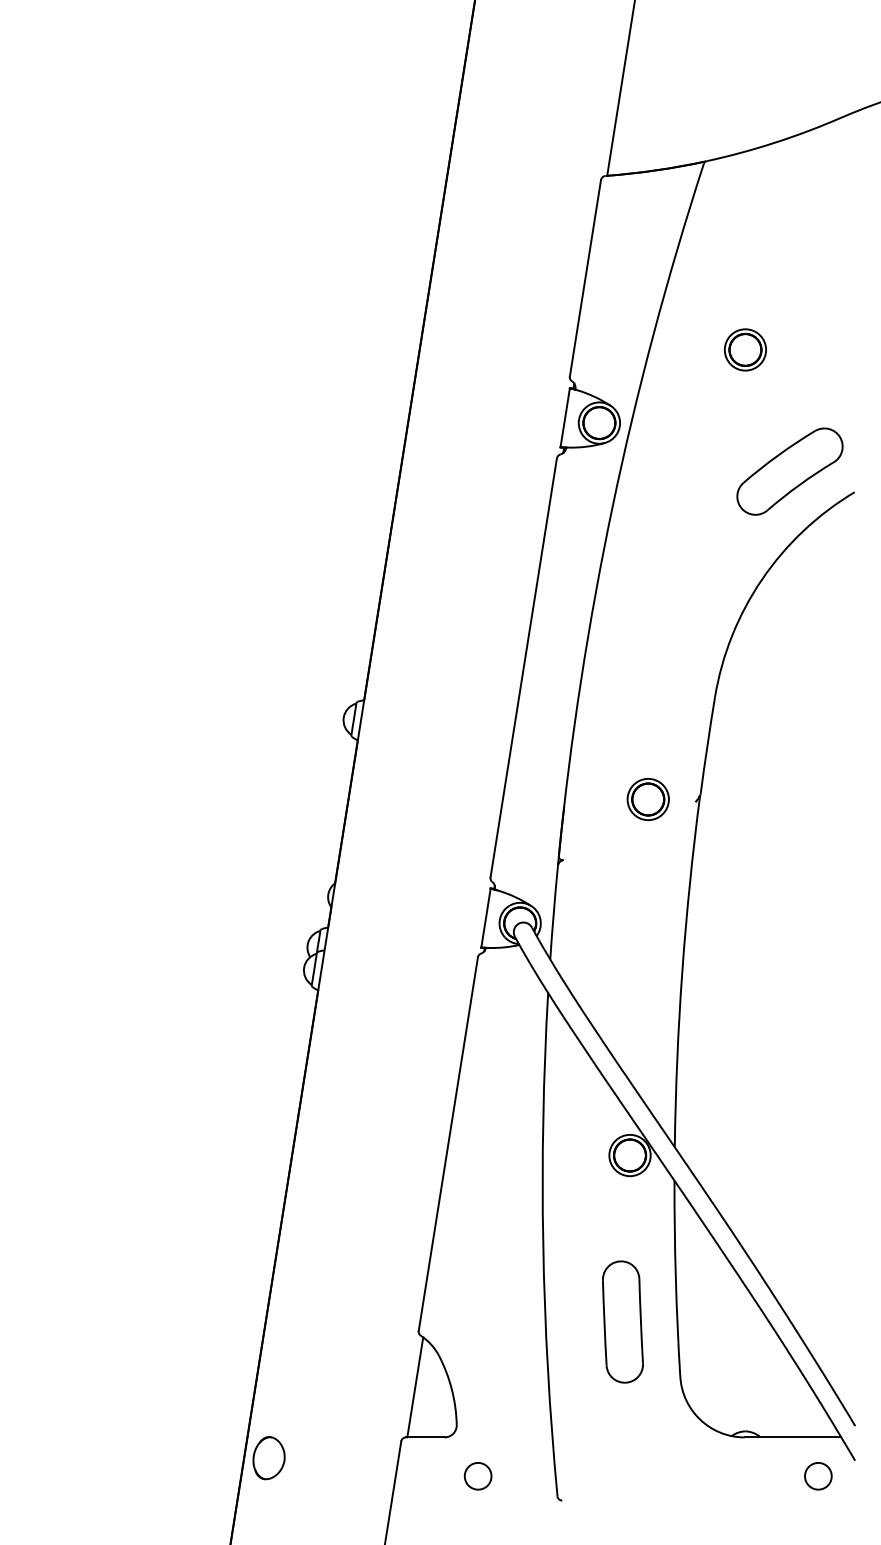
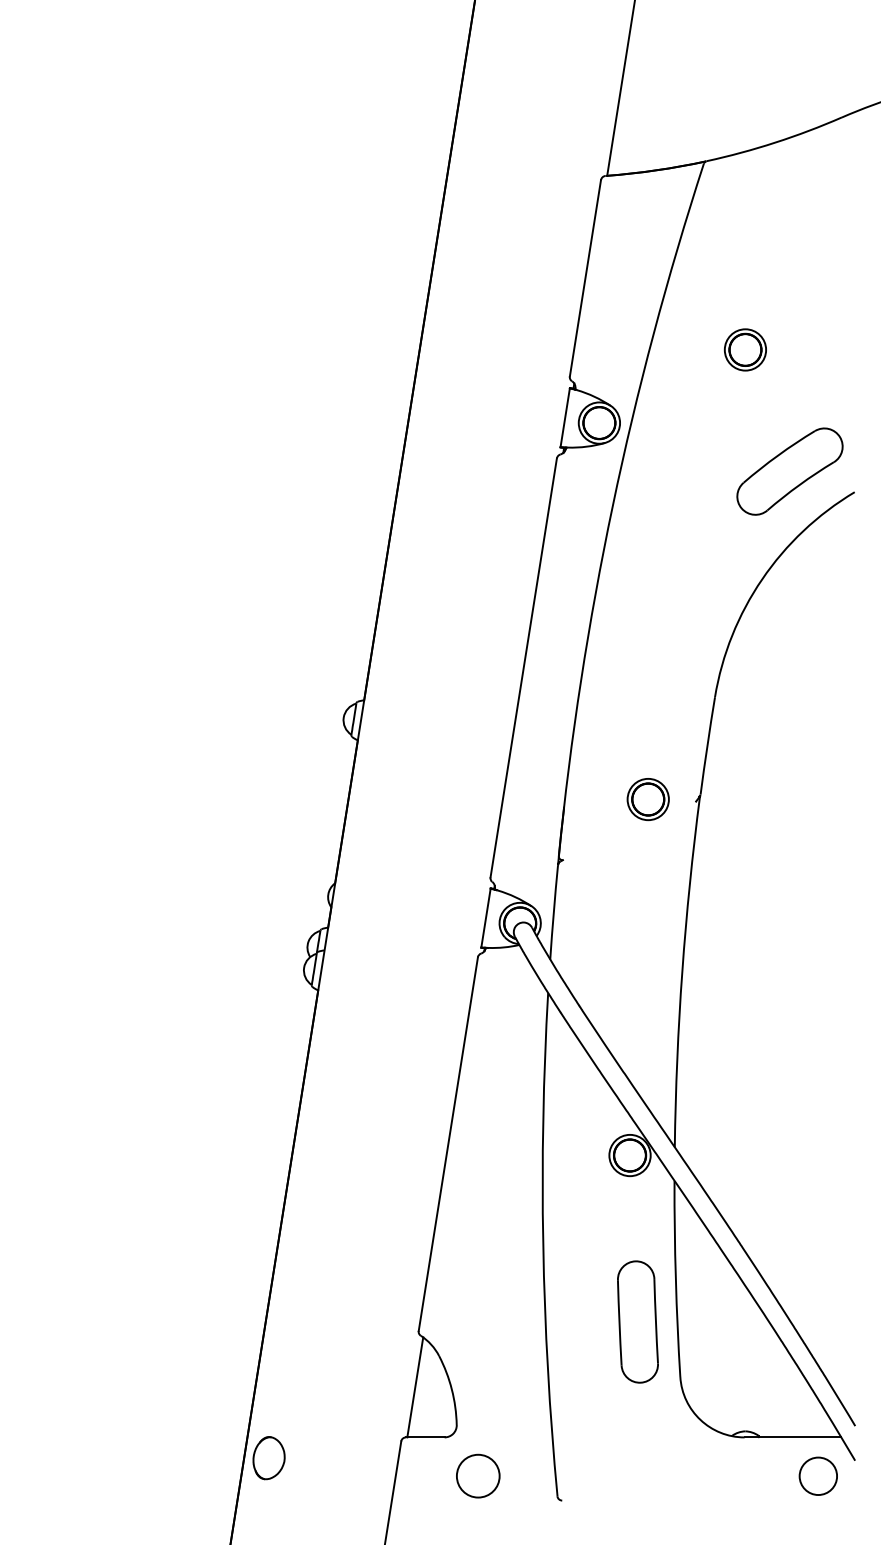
part at (622, 1321) position: (622, 1321) -> (637, 1321)
circle at (818, 1475) diameter: 27 px -> 37 px
circle at (477, 1476) size: 30x29 px -> 45x46 px
